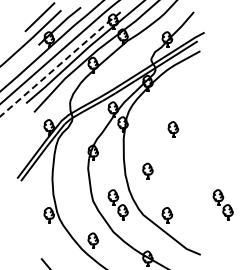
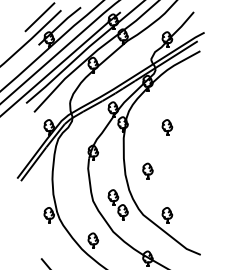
line at (60, 64): dashed -> solid
part at (173, 129) position: (173, 129) -> (167, 127)
part at (222, 204): present -> none
